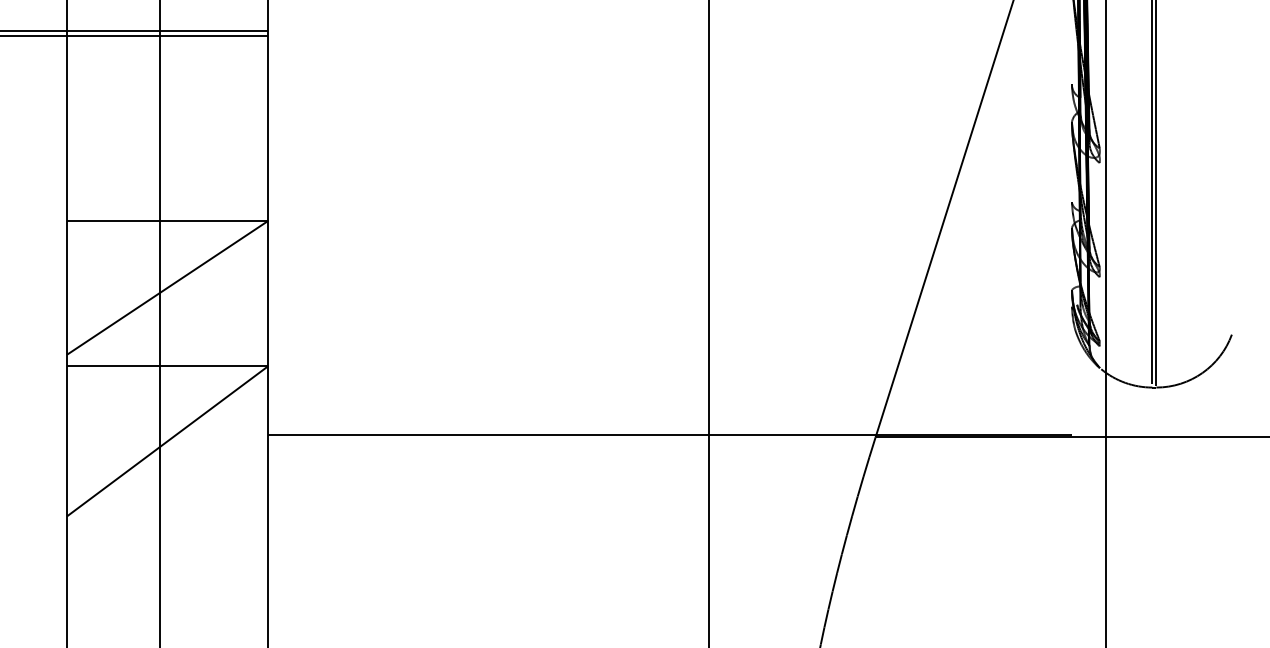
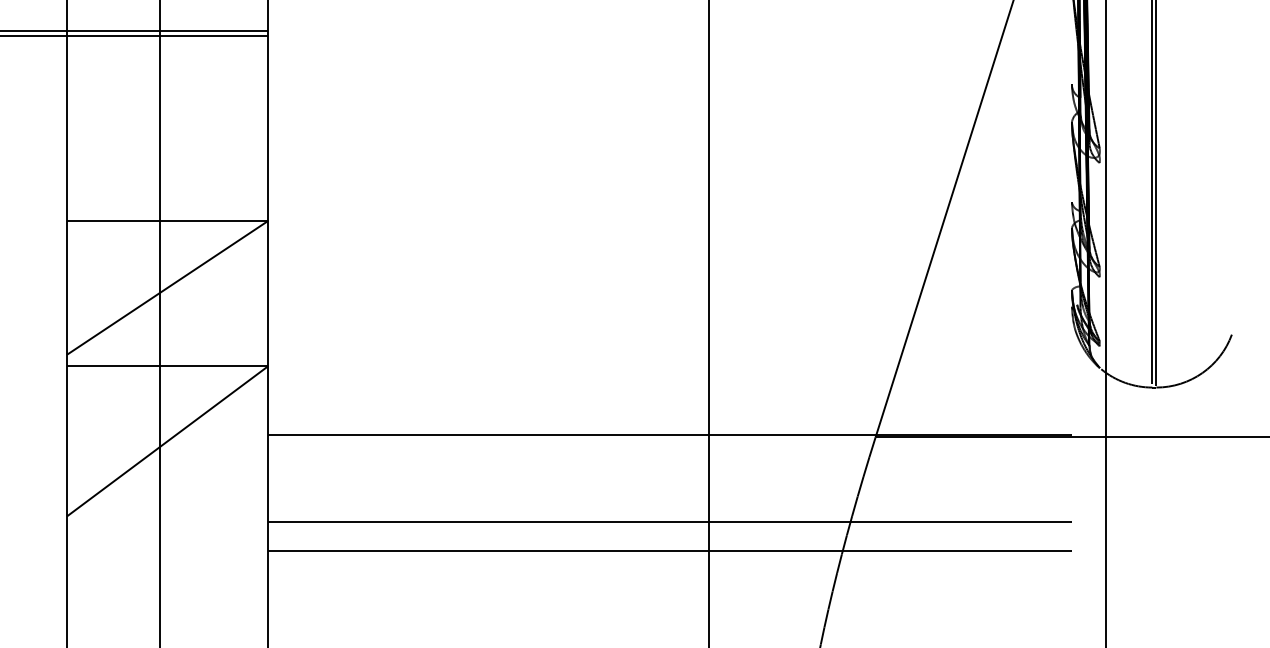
line at (669, 521): none -> present
line at (669, 551): none -> present
